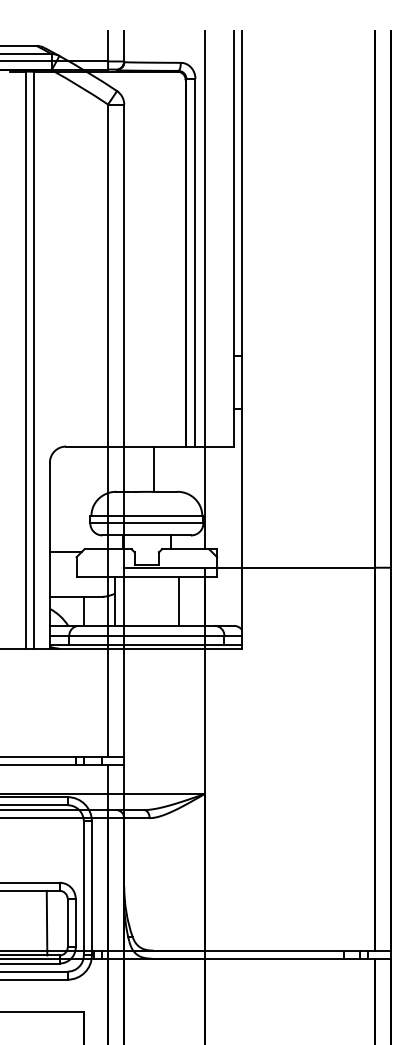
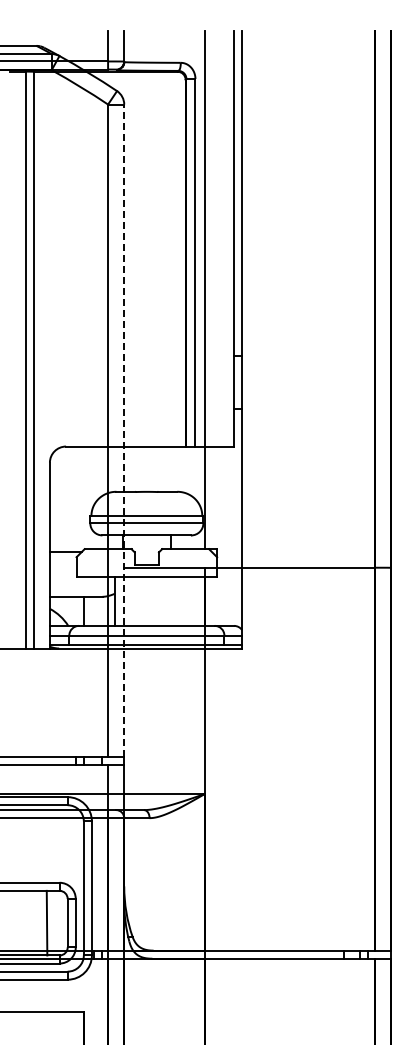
line at (124, 430): solid -> dashed
line at (153, 468): present -> none
line at (179, 601): present -> none
